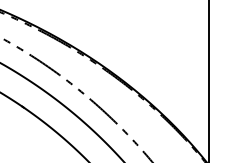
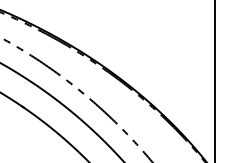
line at (209, 80) position: (209, 80) -> (215, 80)
